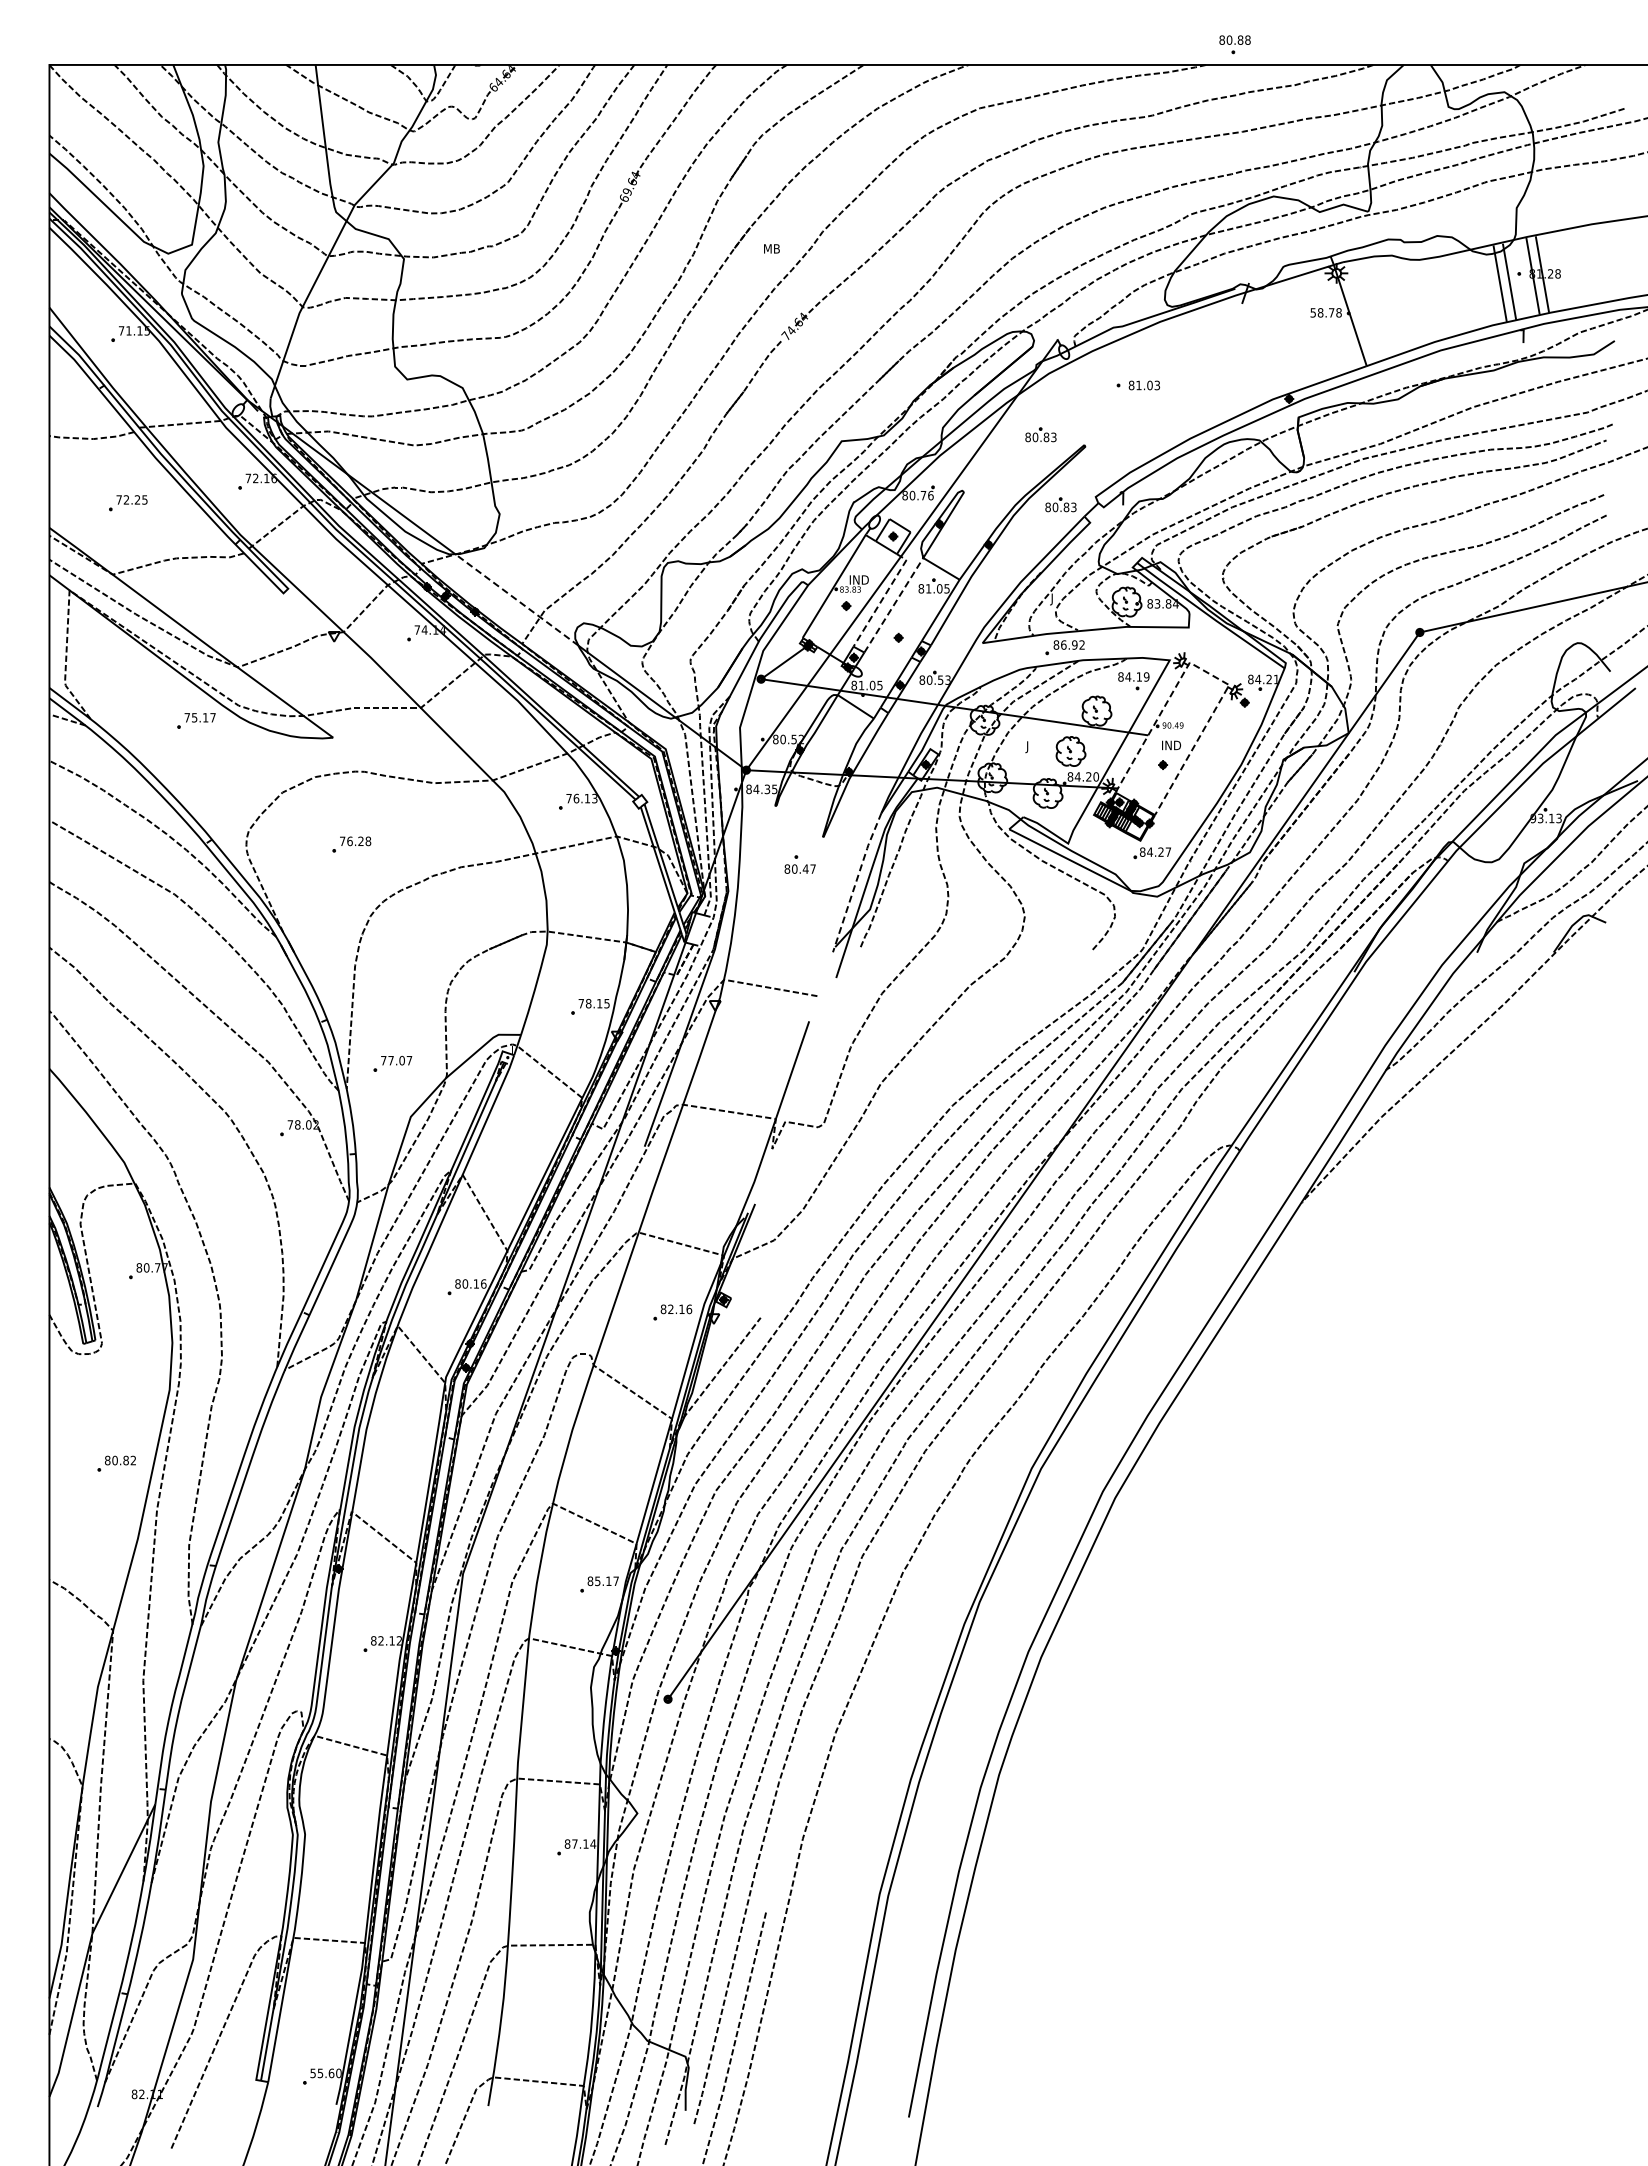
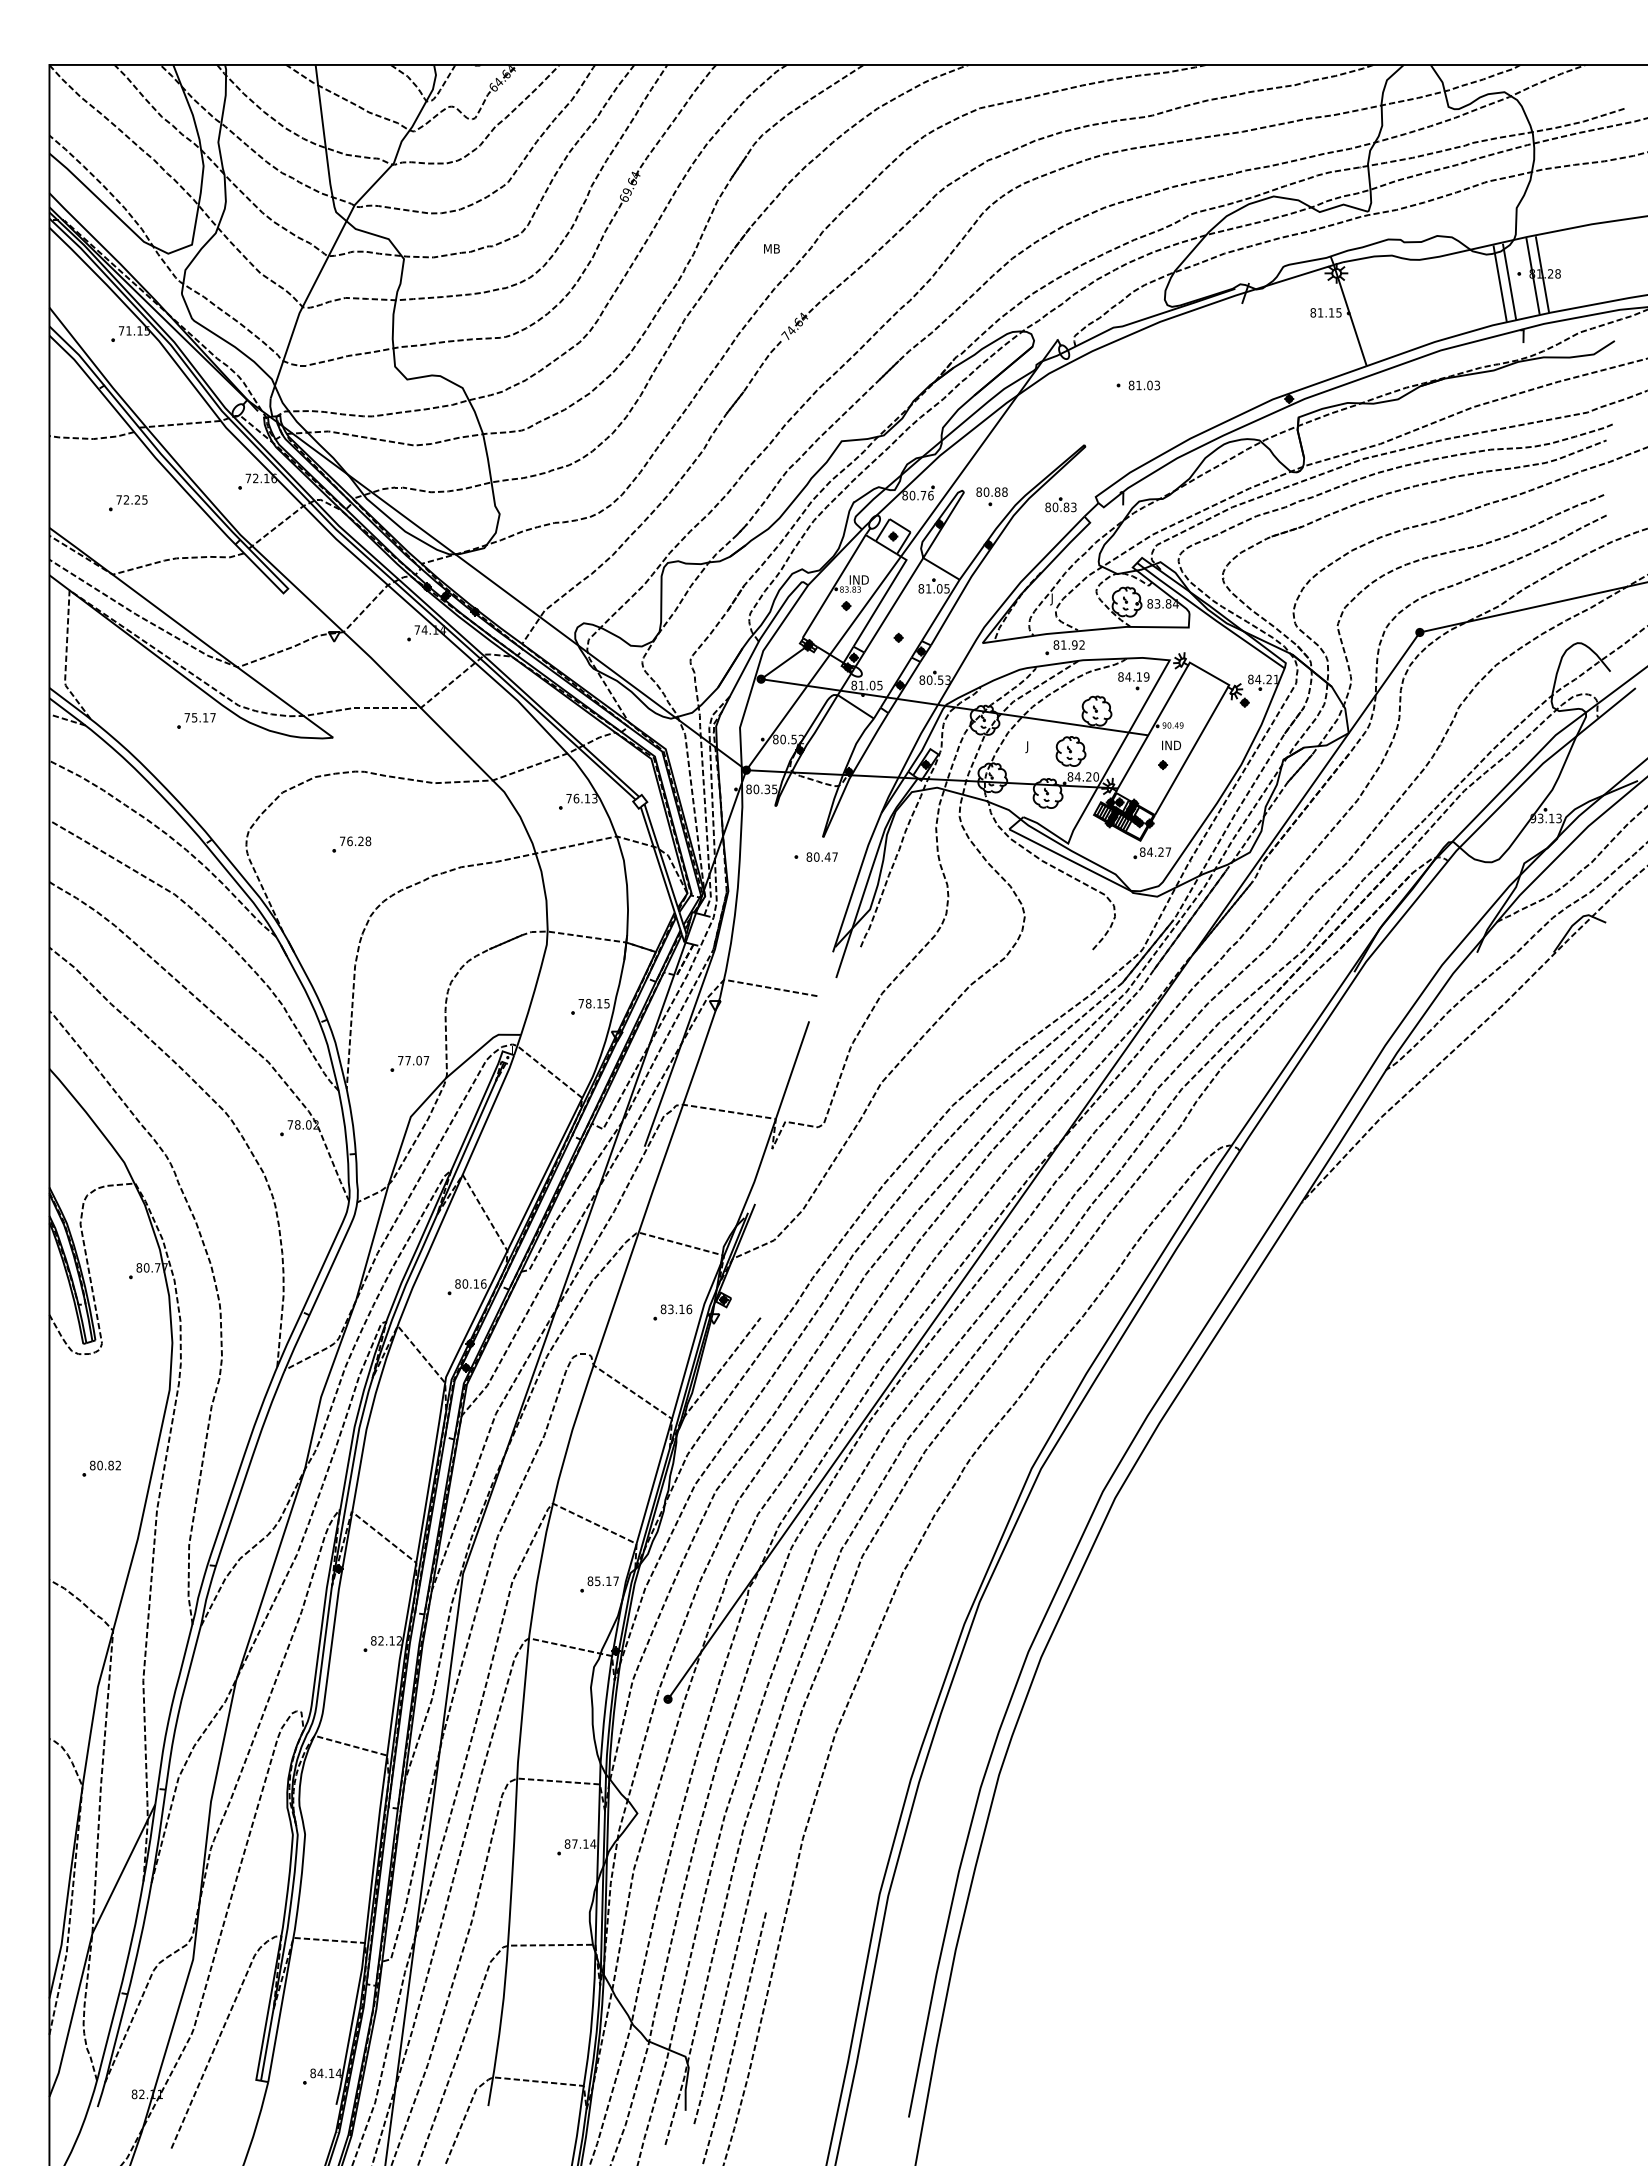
part at (1234, 44) position: (1234, 44) -> (991, 496)
text at (1325, 312): 58.78 -> 81.15
part at (1040, 434): present -> none
line at (883, 598): dashed -> solid
line at (516, 599): dashed -> solid
line at (893, 605): dashed -> solid
text at (1063, 644): 86.92 -> 81.92
line at (1209, 673): dashed -> solid
text at (756, 789): 84.35 -> 80.35
text at (799, 868) position: (799, 868) -> (821, 856)
line at (856, 881): dashed -> solid
part at (392, 1063) position: (392, 1063) -> (409, 1063)
text at (670, 1309): 82.16 -> 83.16
part at (116, 1463) position: (116, 1463) -> (101, 1468)
text at (325, 2073): 55.60 -> 84.14
